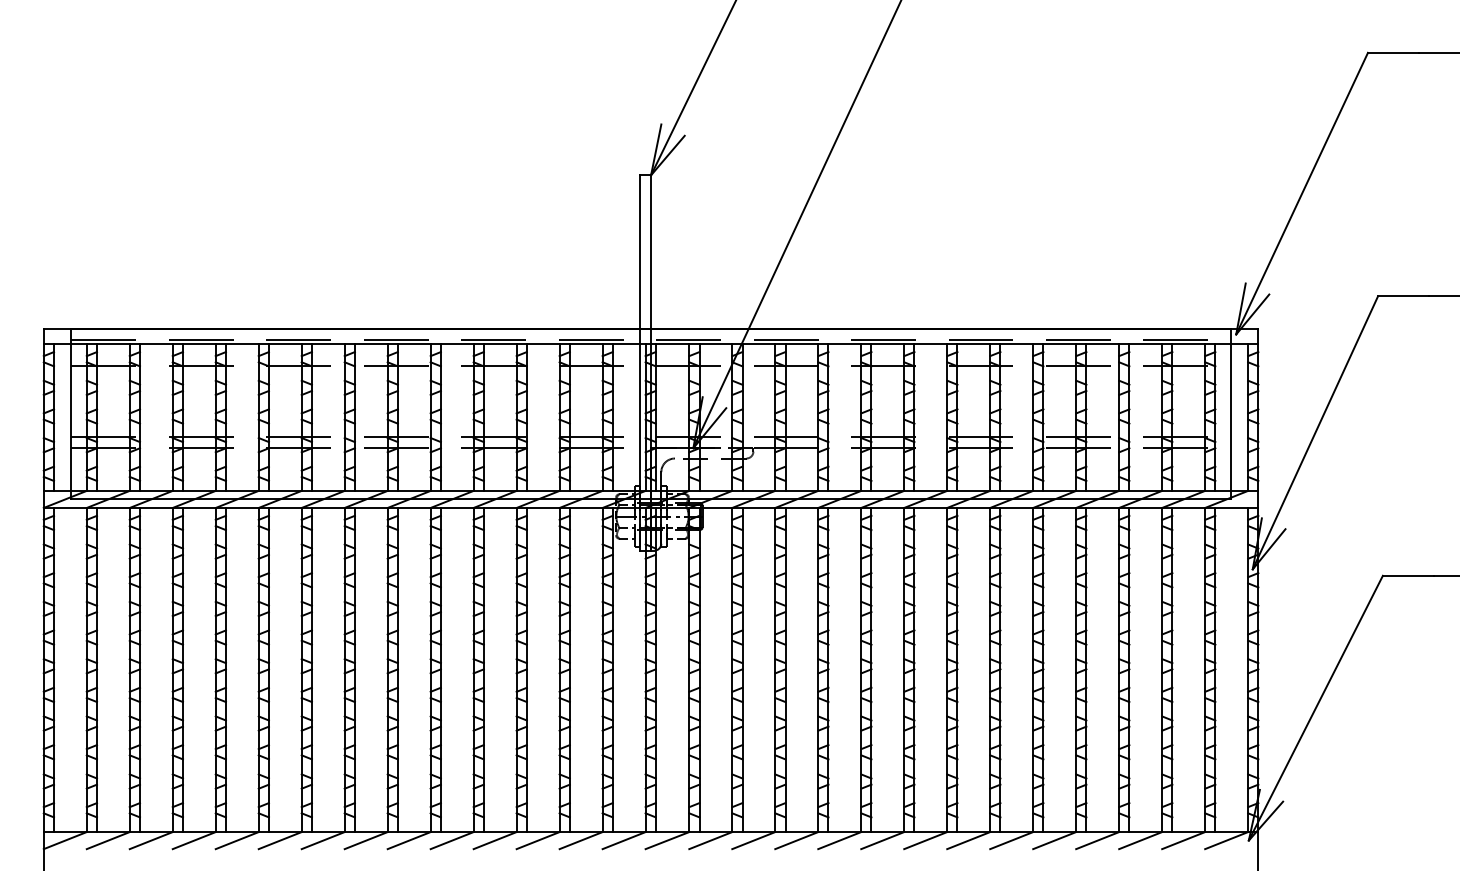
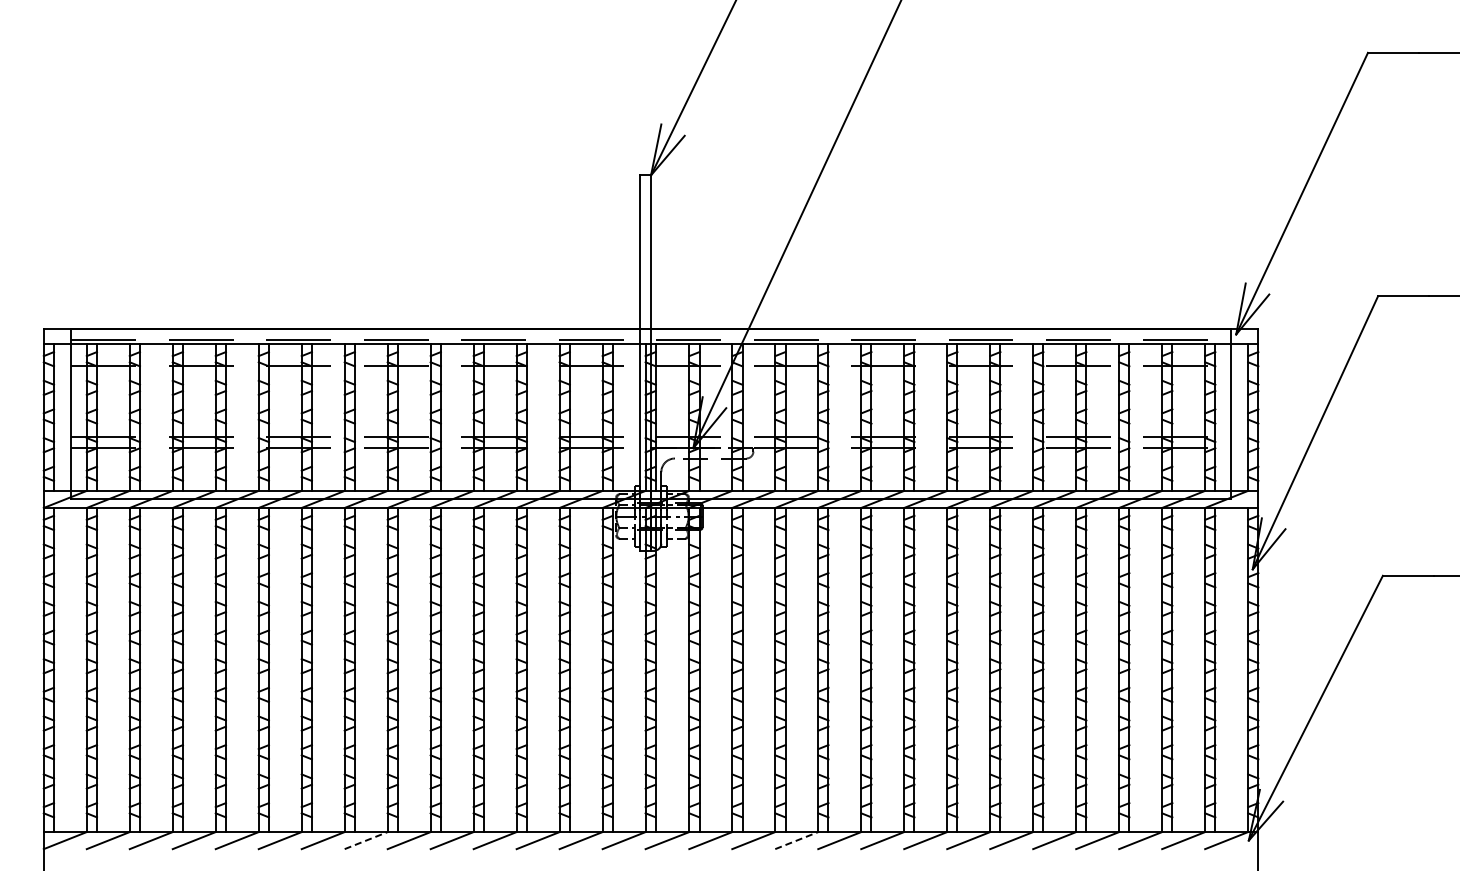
line at (366, 840): solid -> dashed
line at (797, 840): solid -> dashed
